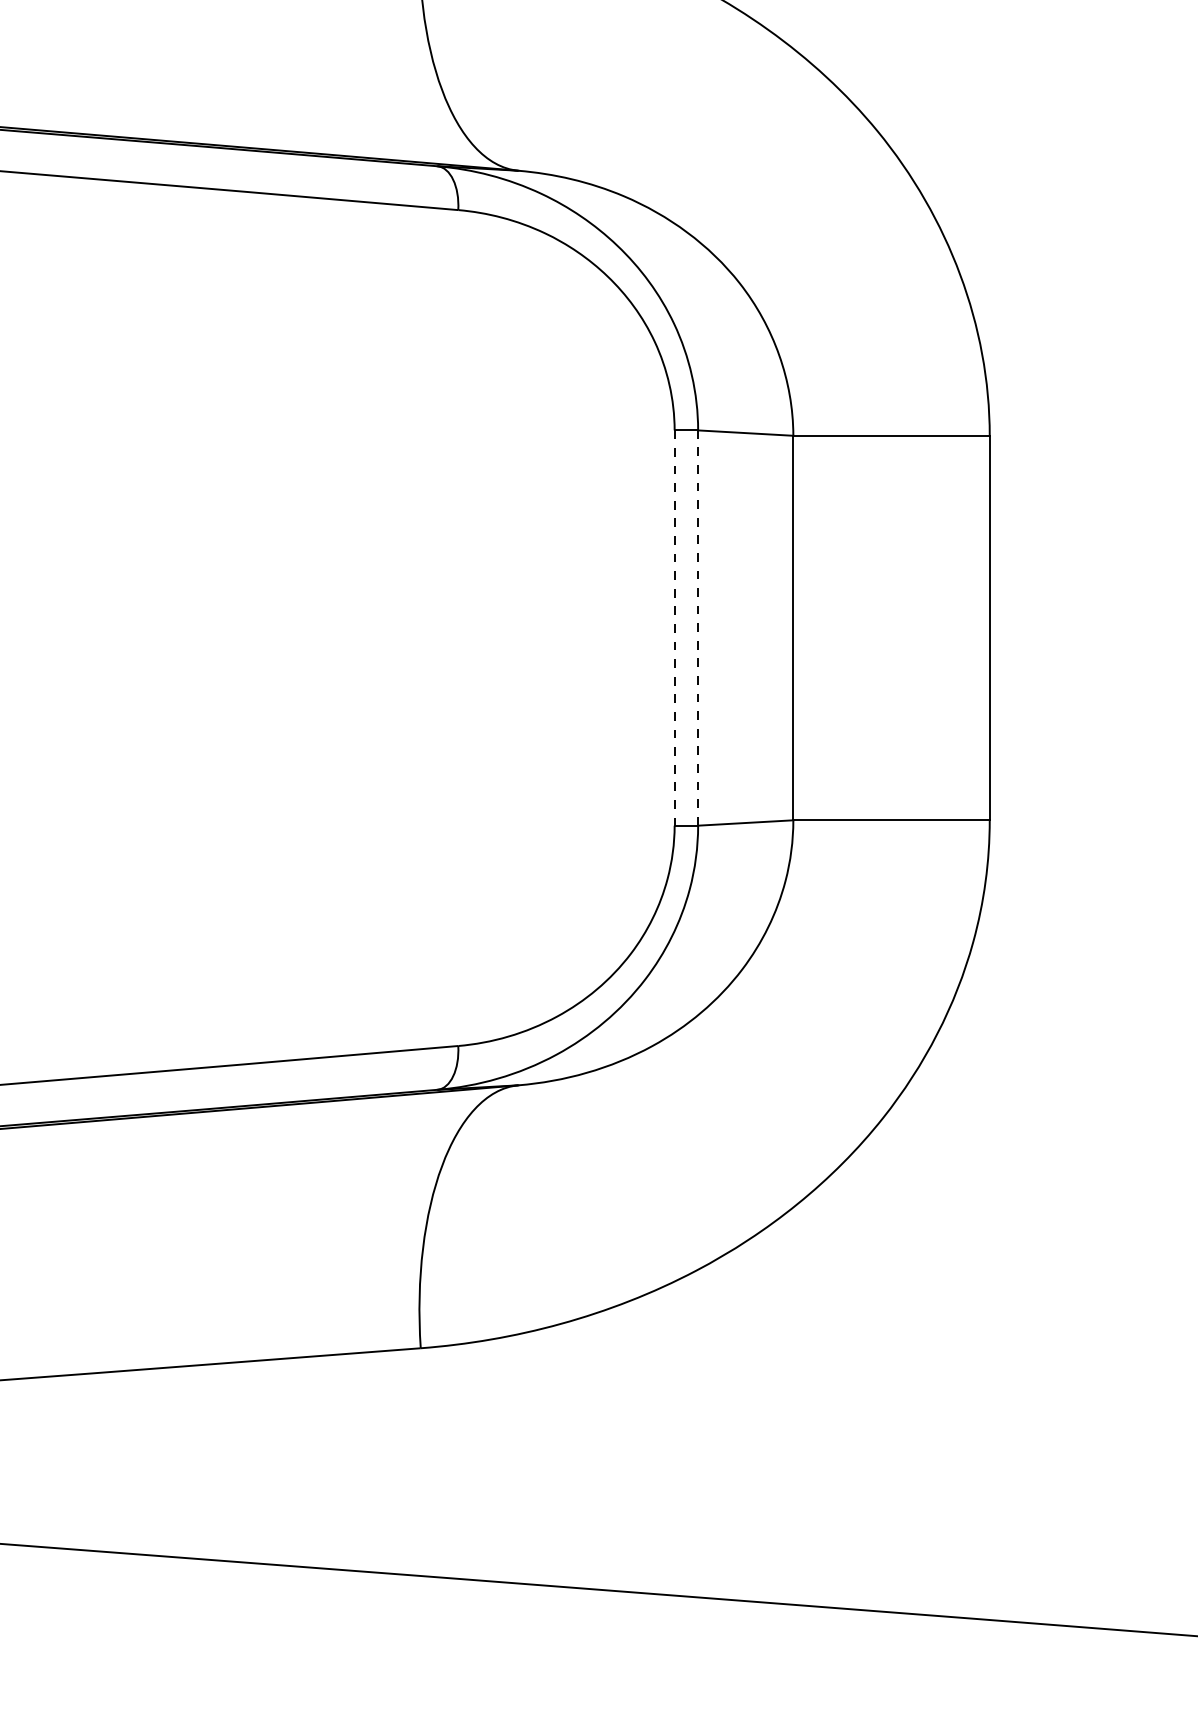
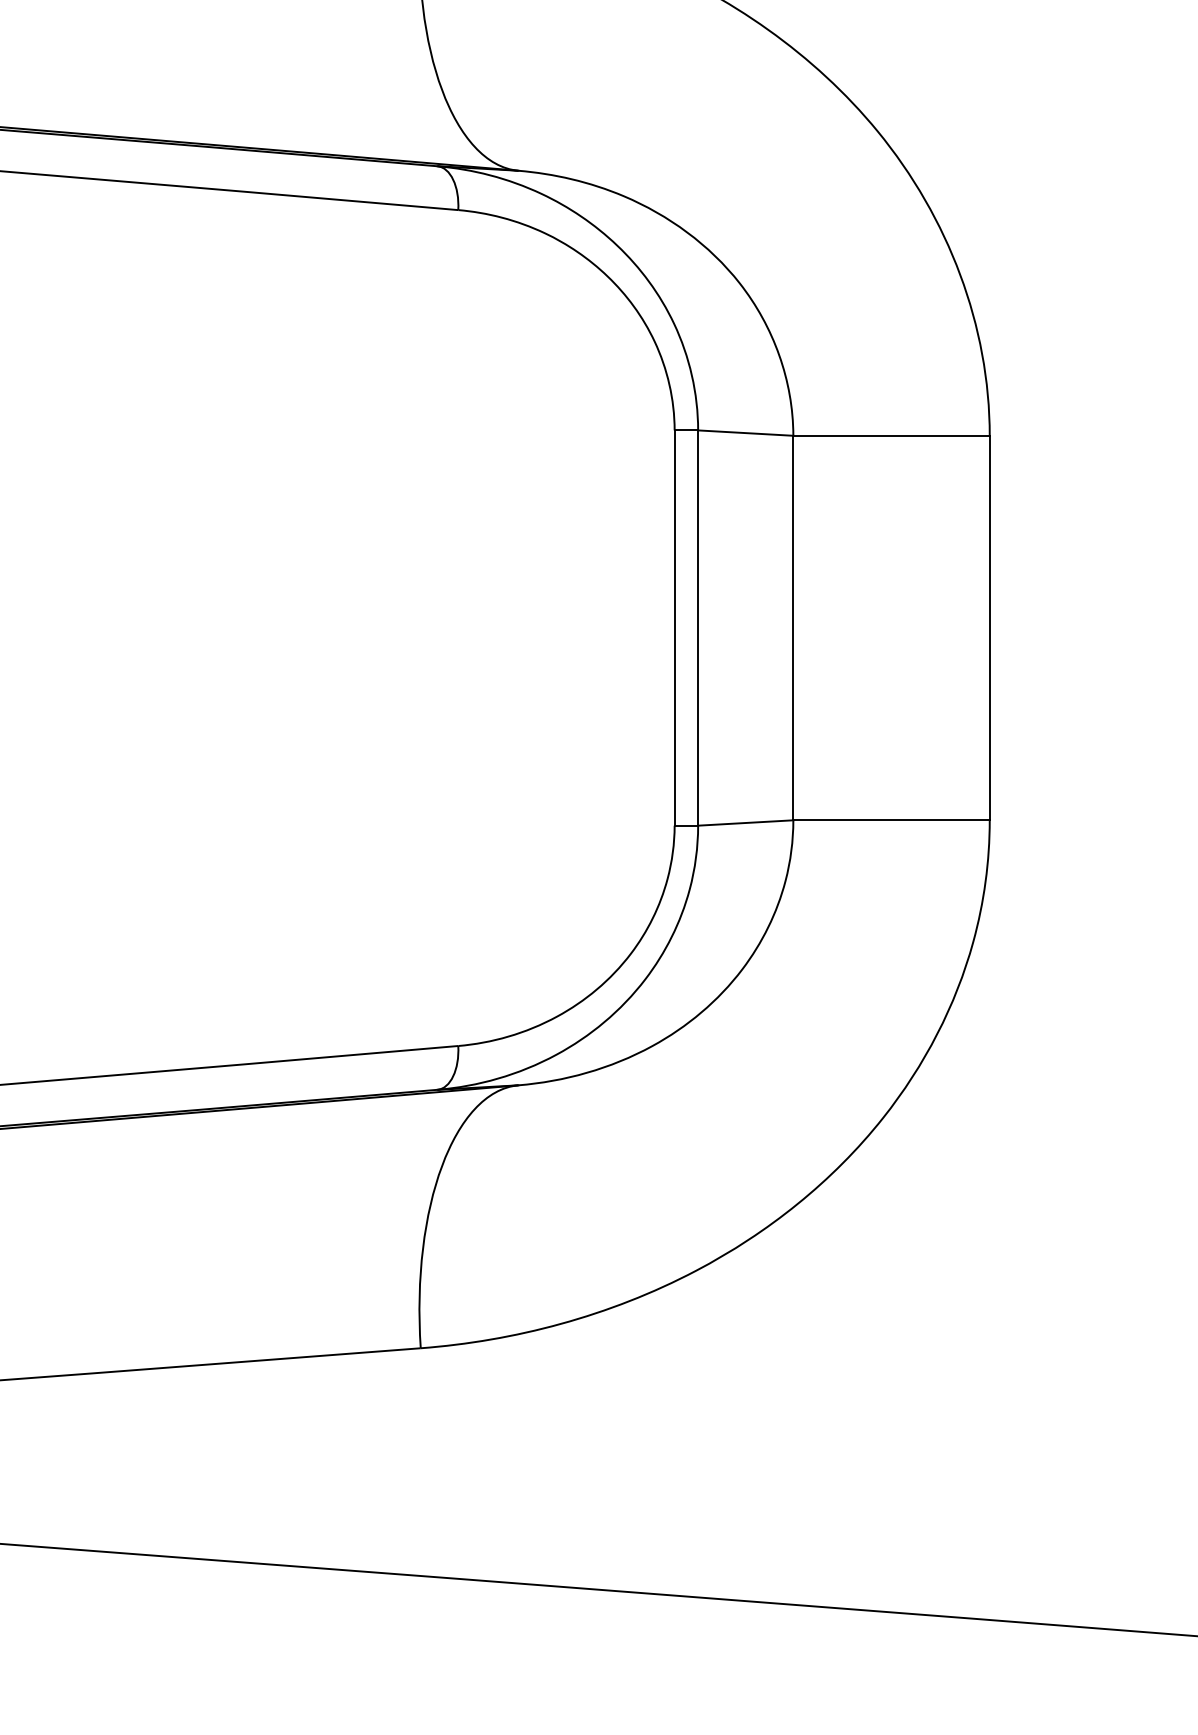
line at (674, 628): dashed -> solid
line at (698, 628): dashed -> solid
